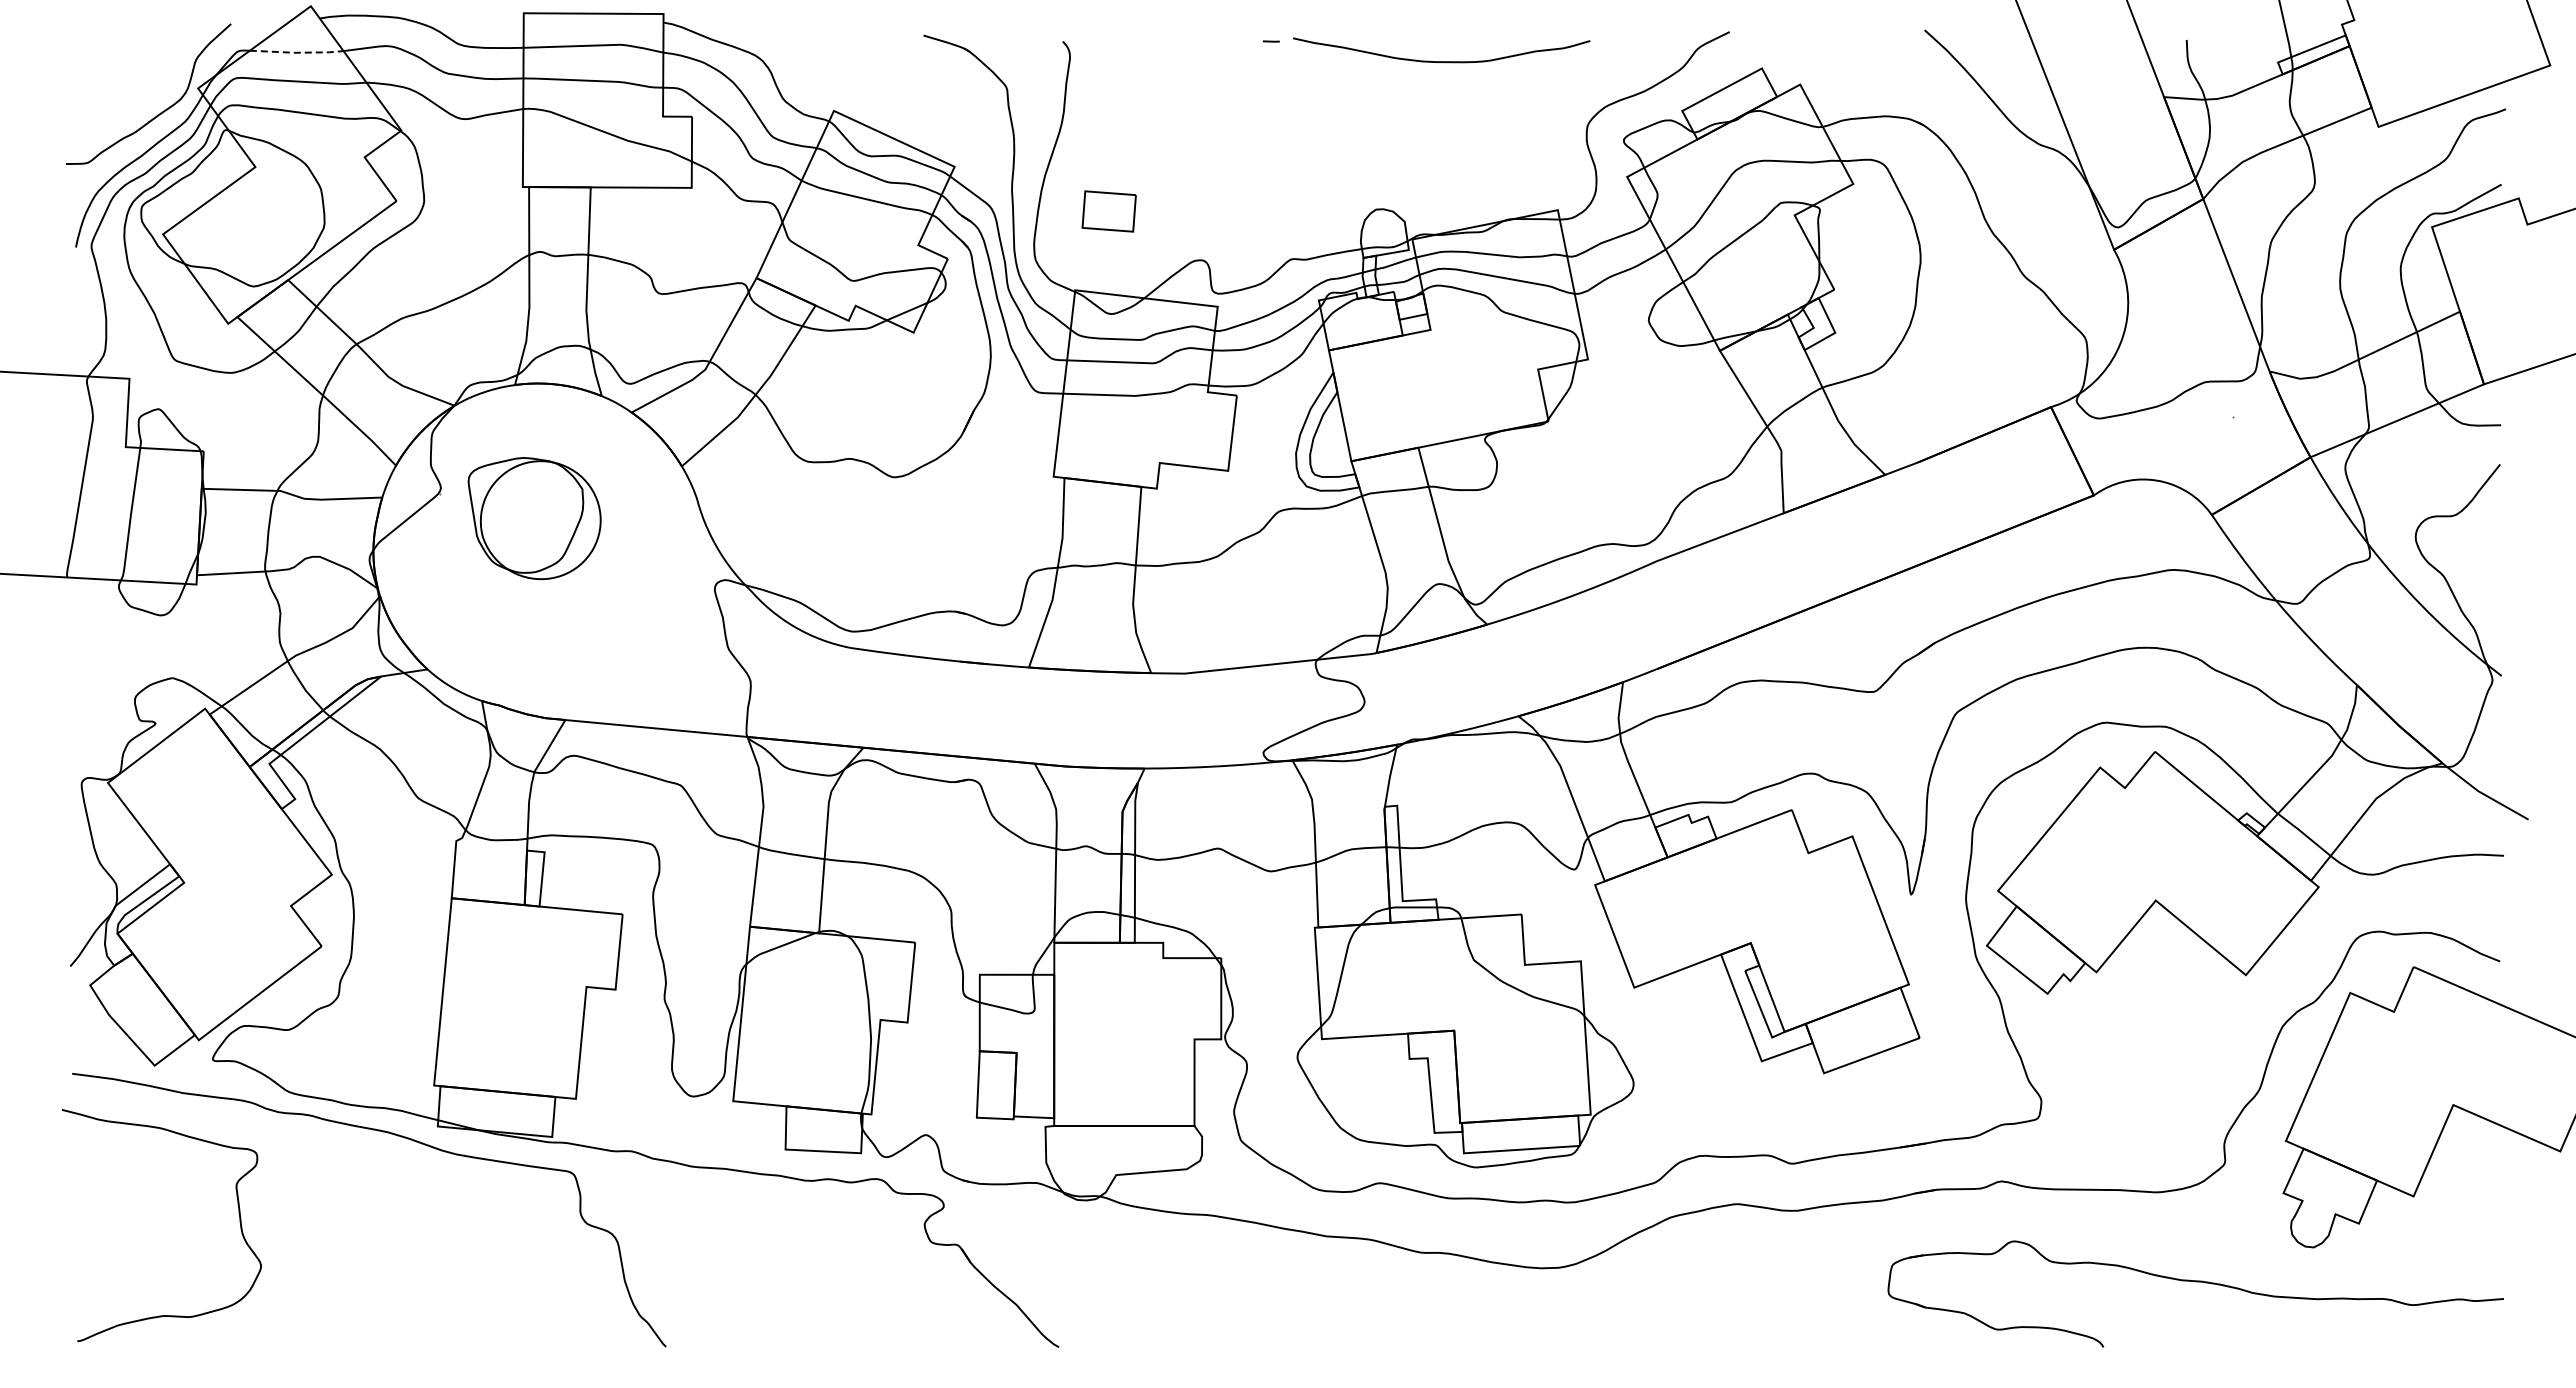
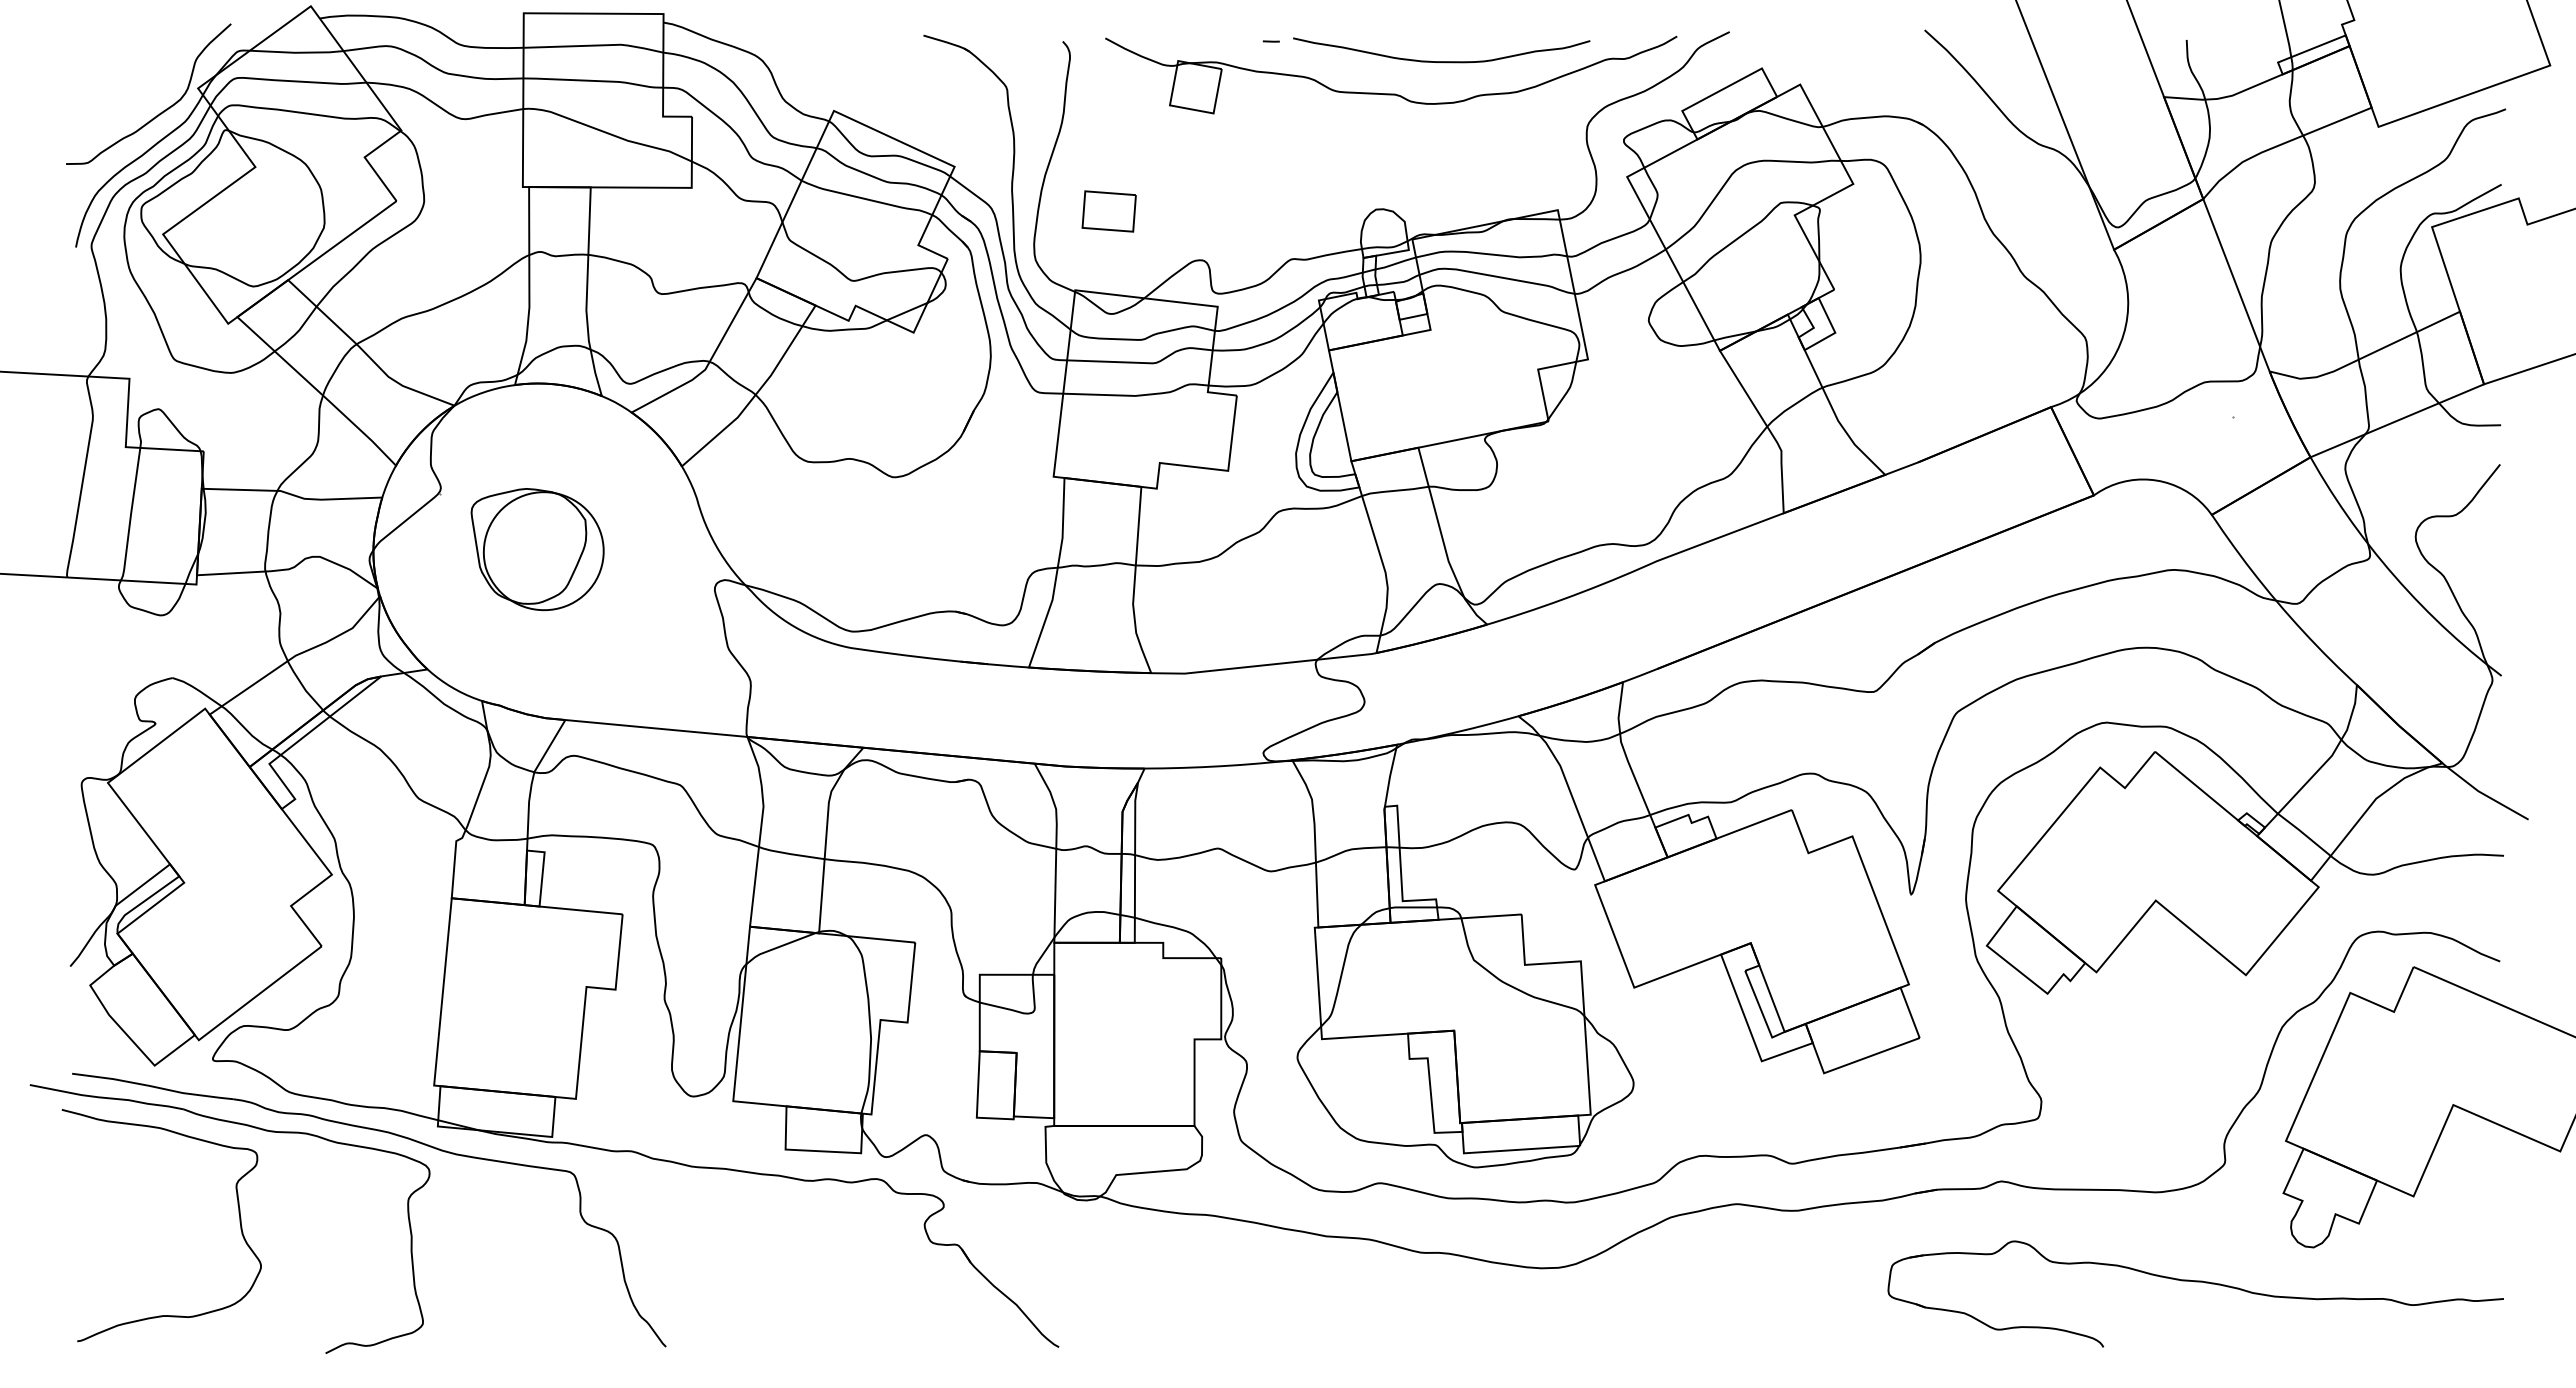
line at (296, 52): dashed -> solid
part at (1391, 93): none -> present
part at (534, 518) position: (534, 518) -> (537, 549)
part at (254, 1128): none -> present
